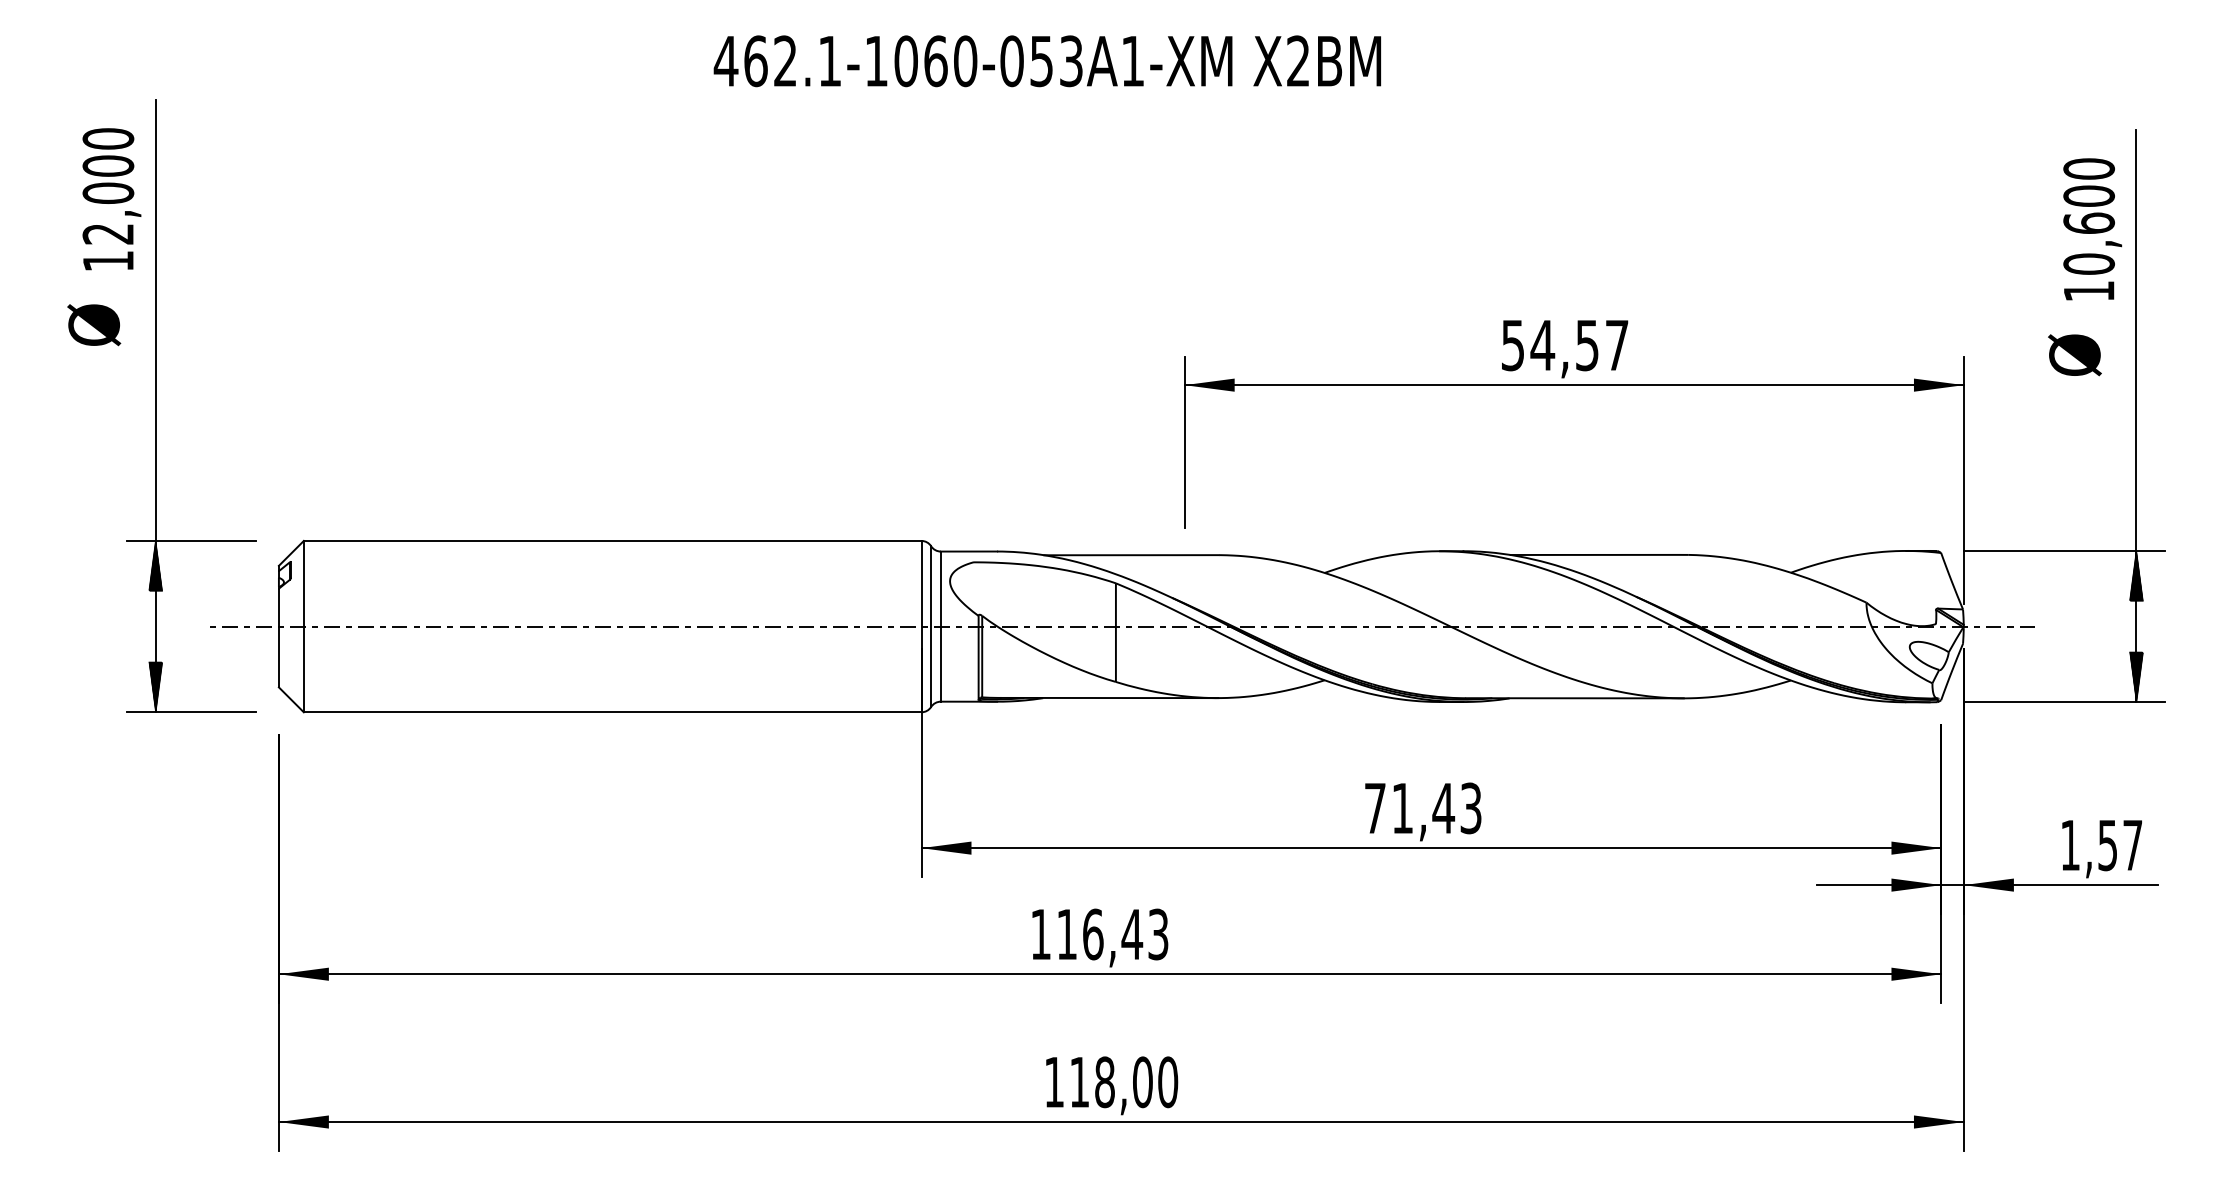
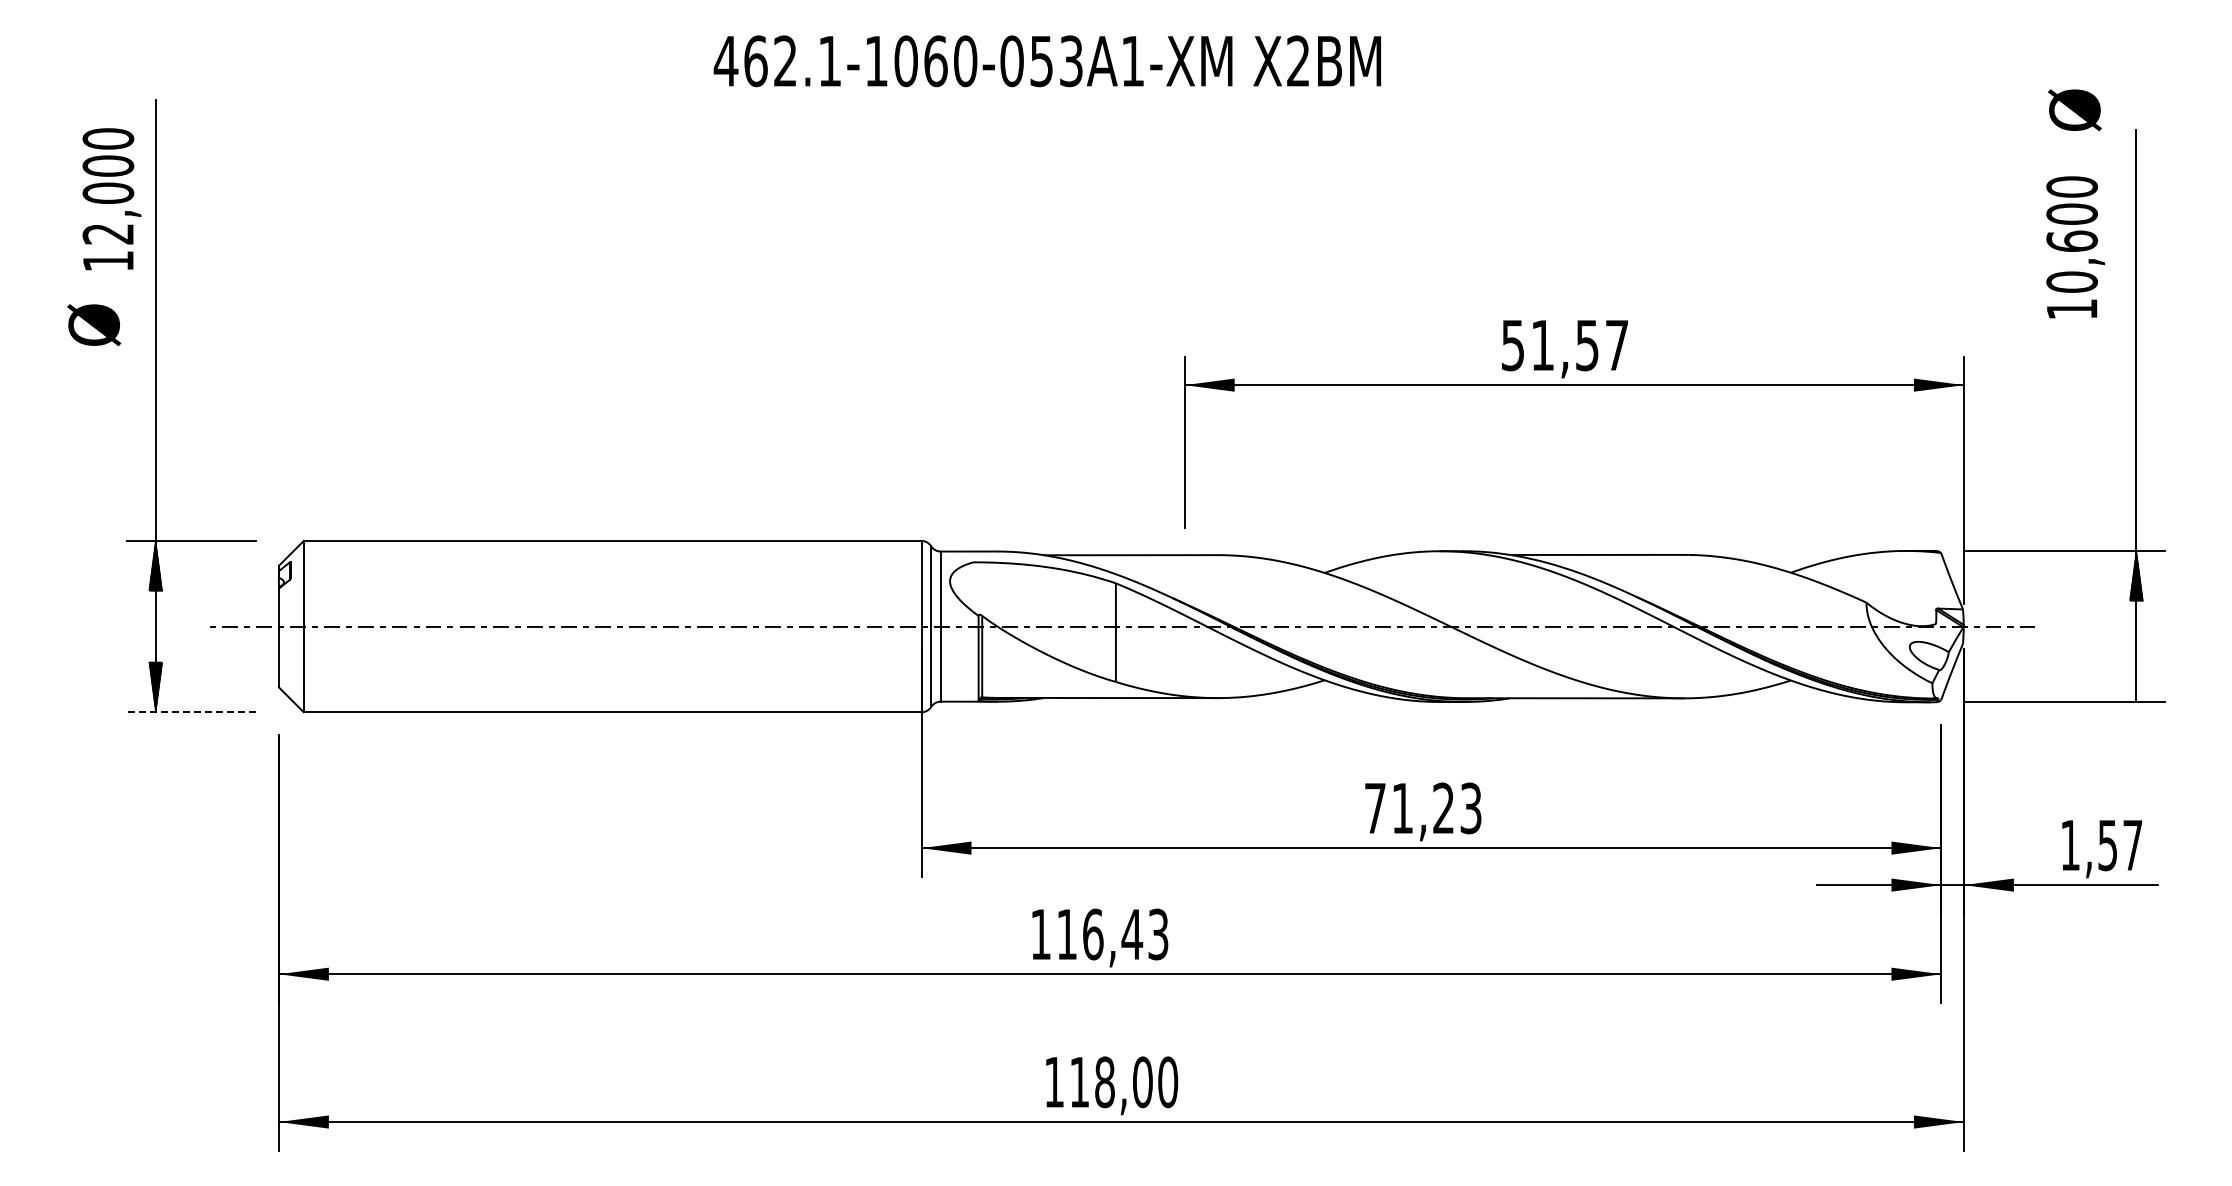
text at (2092, 229) position: (2092, 229) -> (2075, 247)
text at (1542, 345): 54,57 -> 51,57
text at (2074, 355) position: (2074, 355) -> (2074, 110)
hatch at (2136, 677): present -> none
line at (191, 712): solid -> dashed
text at (1443, 807): 71,43 -> 71,23
